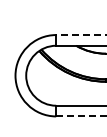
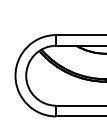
line at (81, 35): dashed -> solid
line at (81, 116): dashed -> solid
